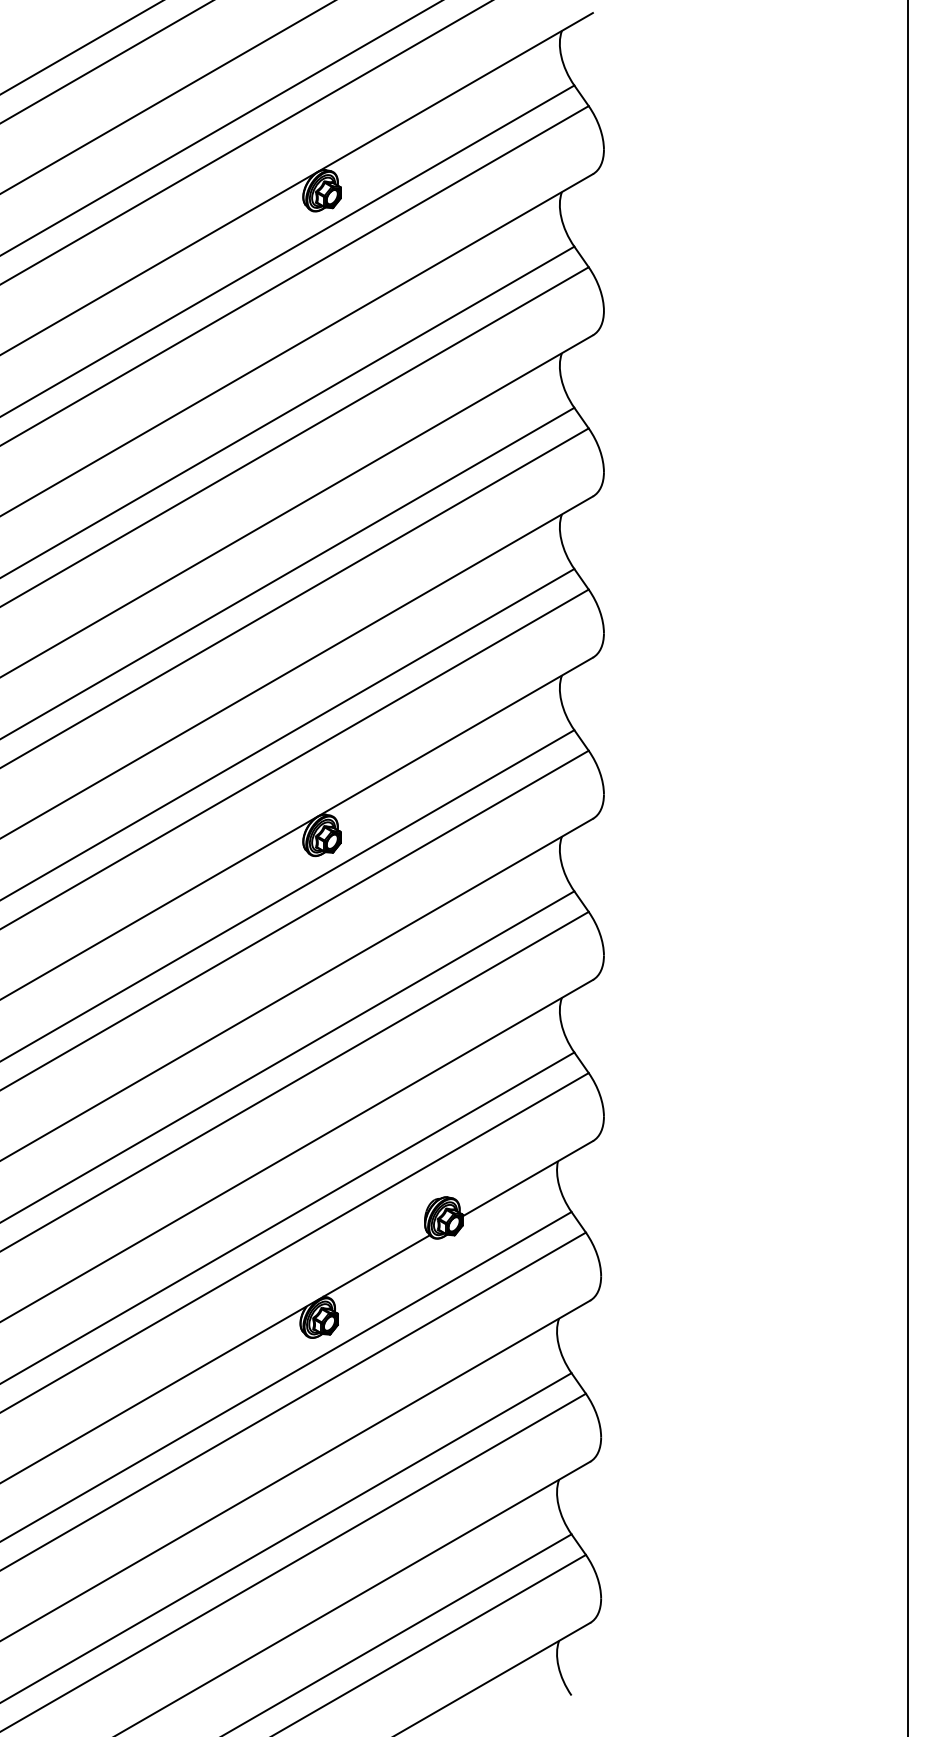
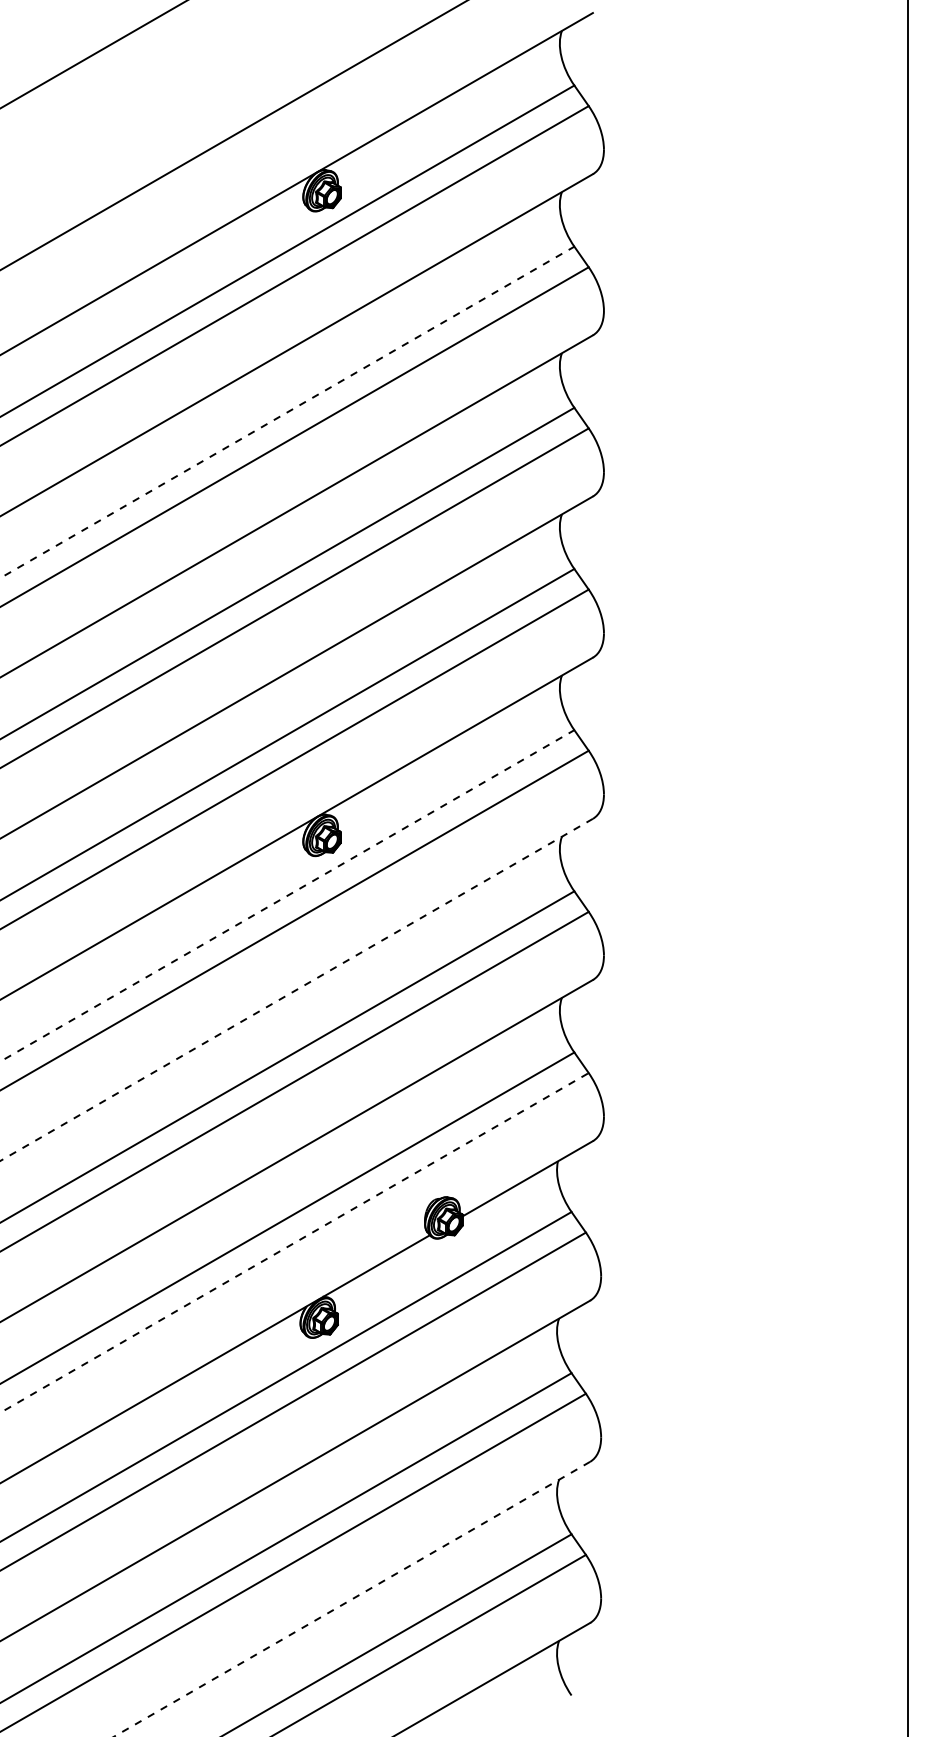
line at (81, 47): present -> none
line at (106, 62) position: (106, 62) -> (93, 54)
line at (167, 97): present -> none
line at (220, 128) position: (220, 128) -> (233, 135)
line at (245, 142): present -> none
line at (287, 412): solid -> dashed
line at (287, 895): solid -> dashed
line at (296, 989): solid -> dashed
line at (295, 1242): solid -> dashed
line at (351, 1599): solid -> dashed
